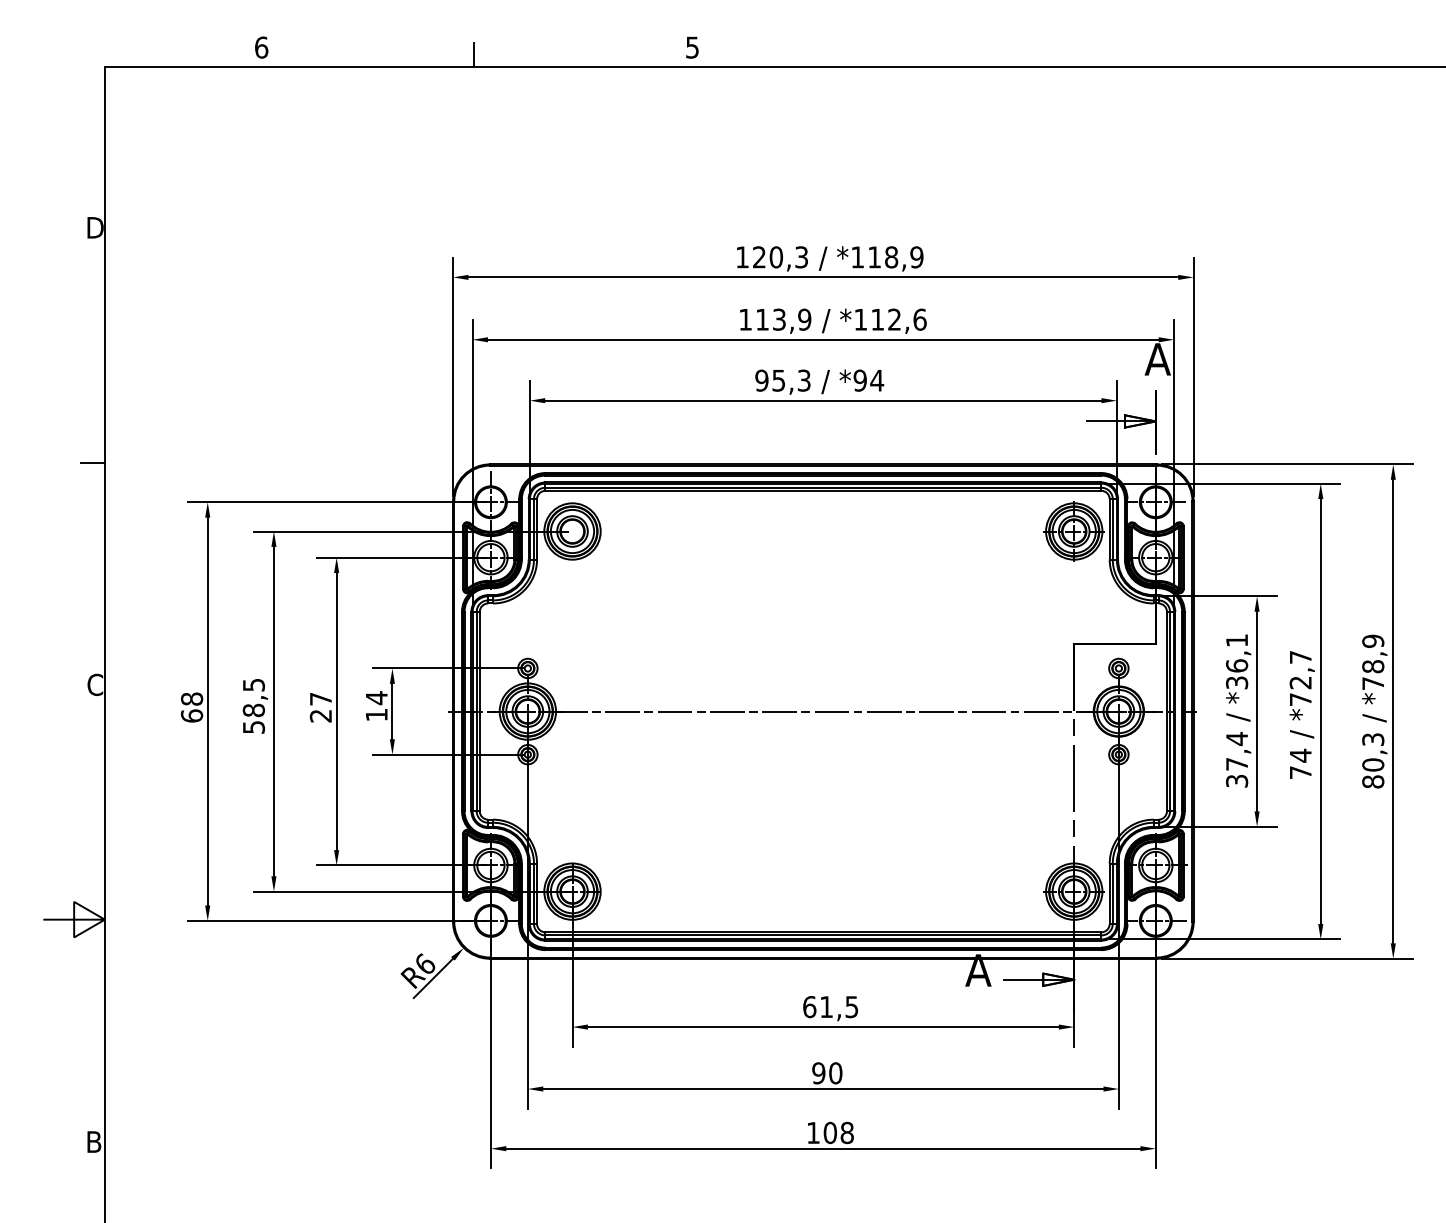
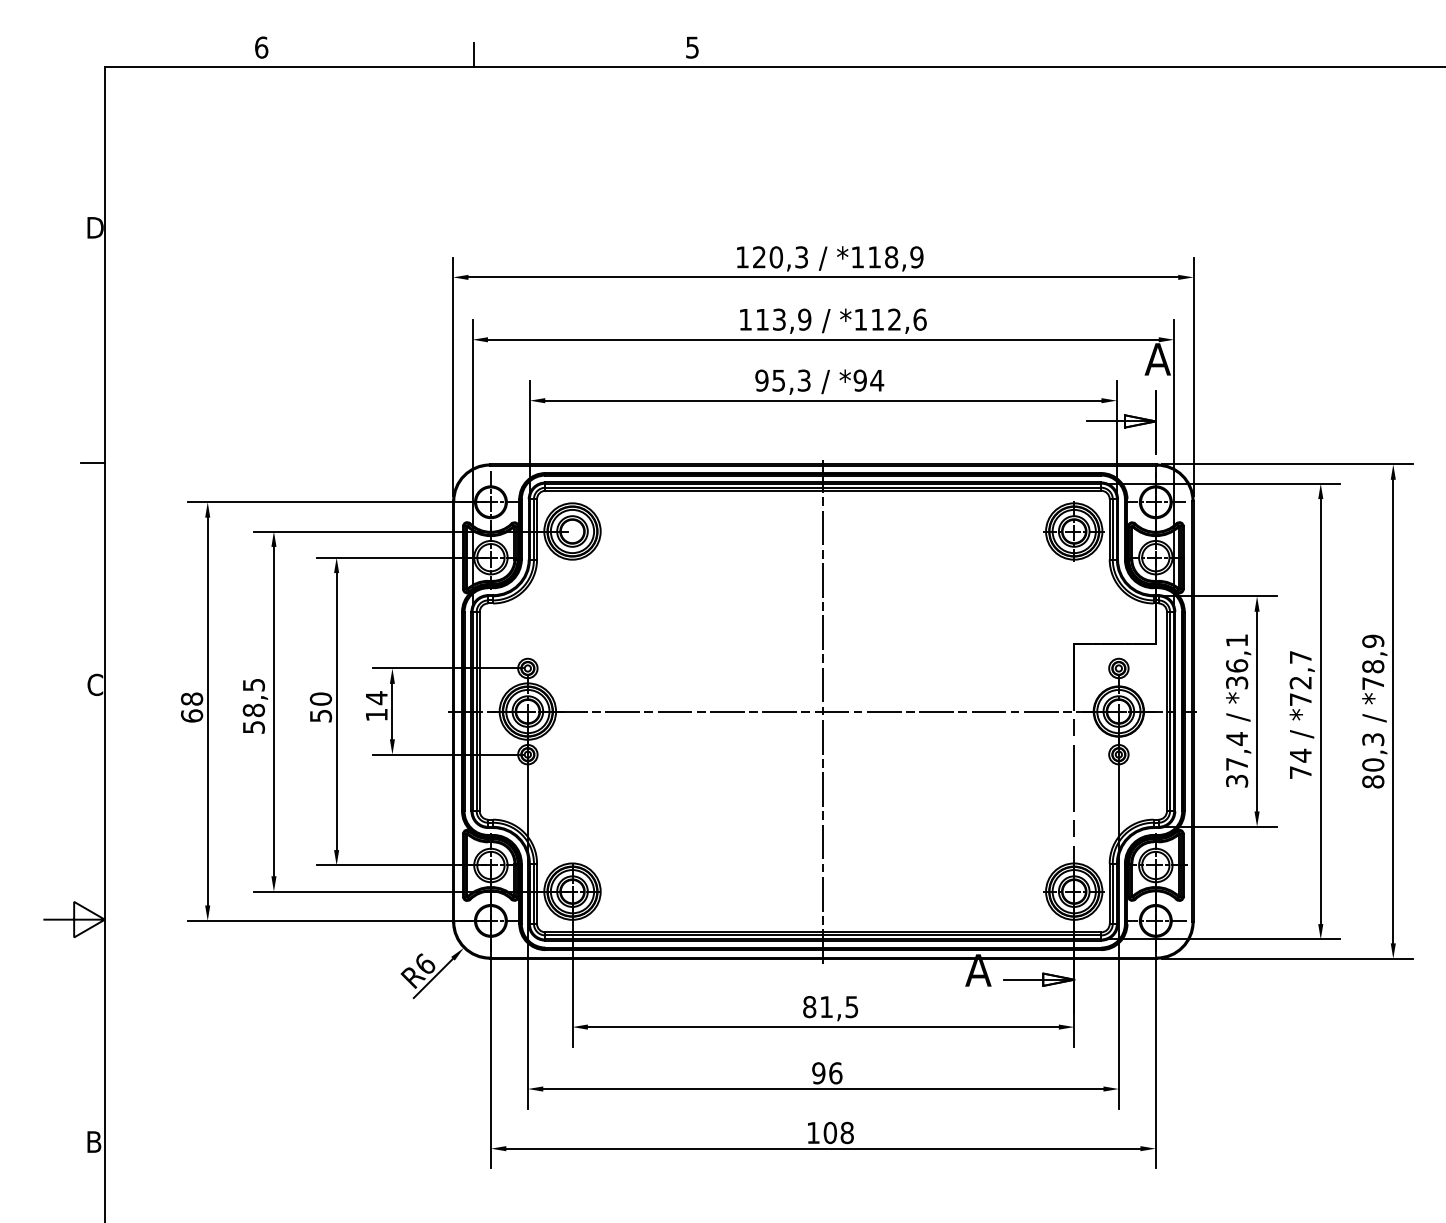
text at (320, 707): 27 -> 50
line at (823, 712): none -> present
text at (809, 1007): 61,5 -> 81,5
text at (835, 1073): 90 -> 96
